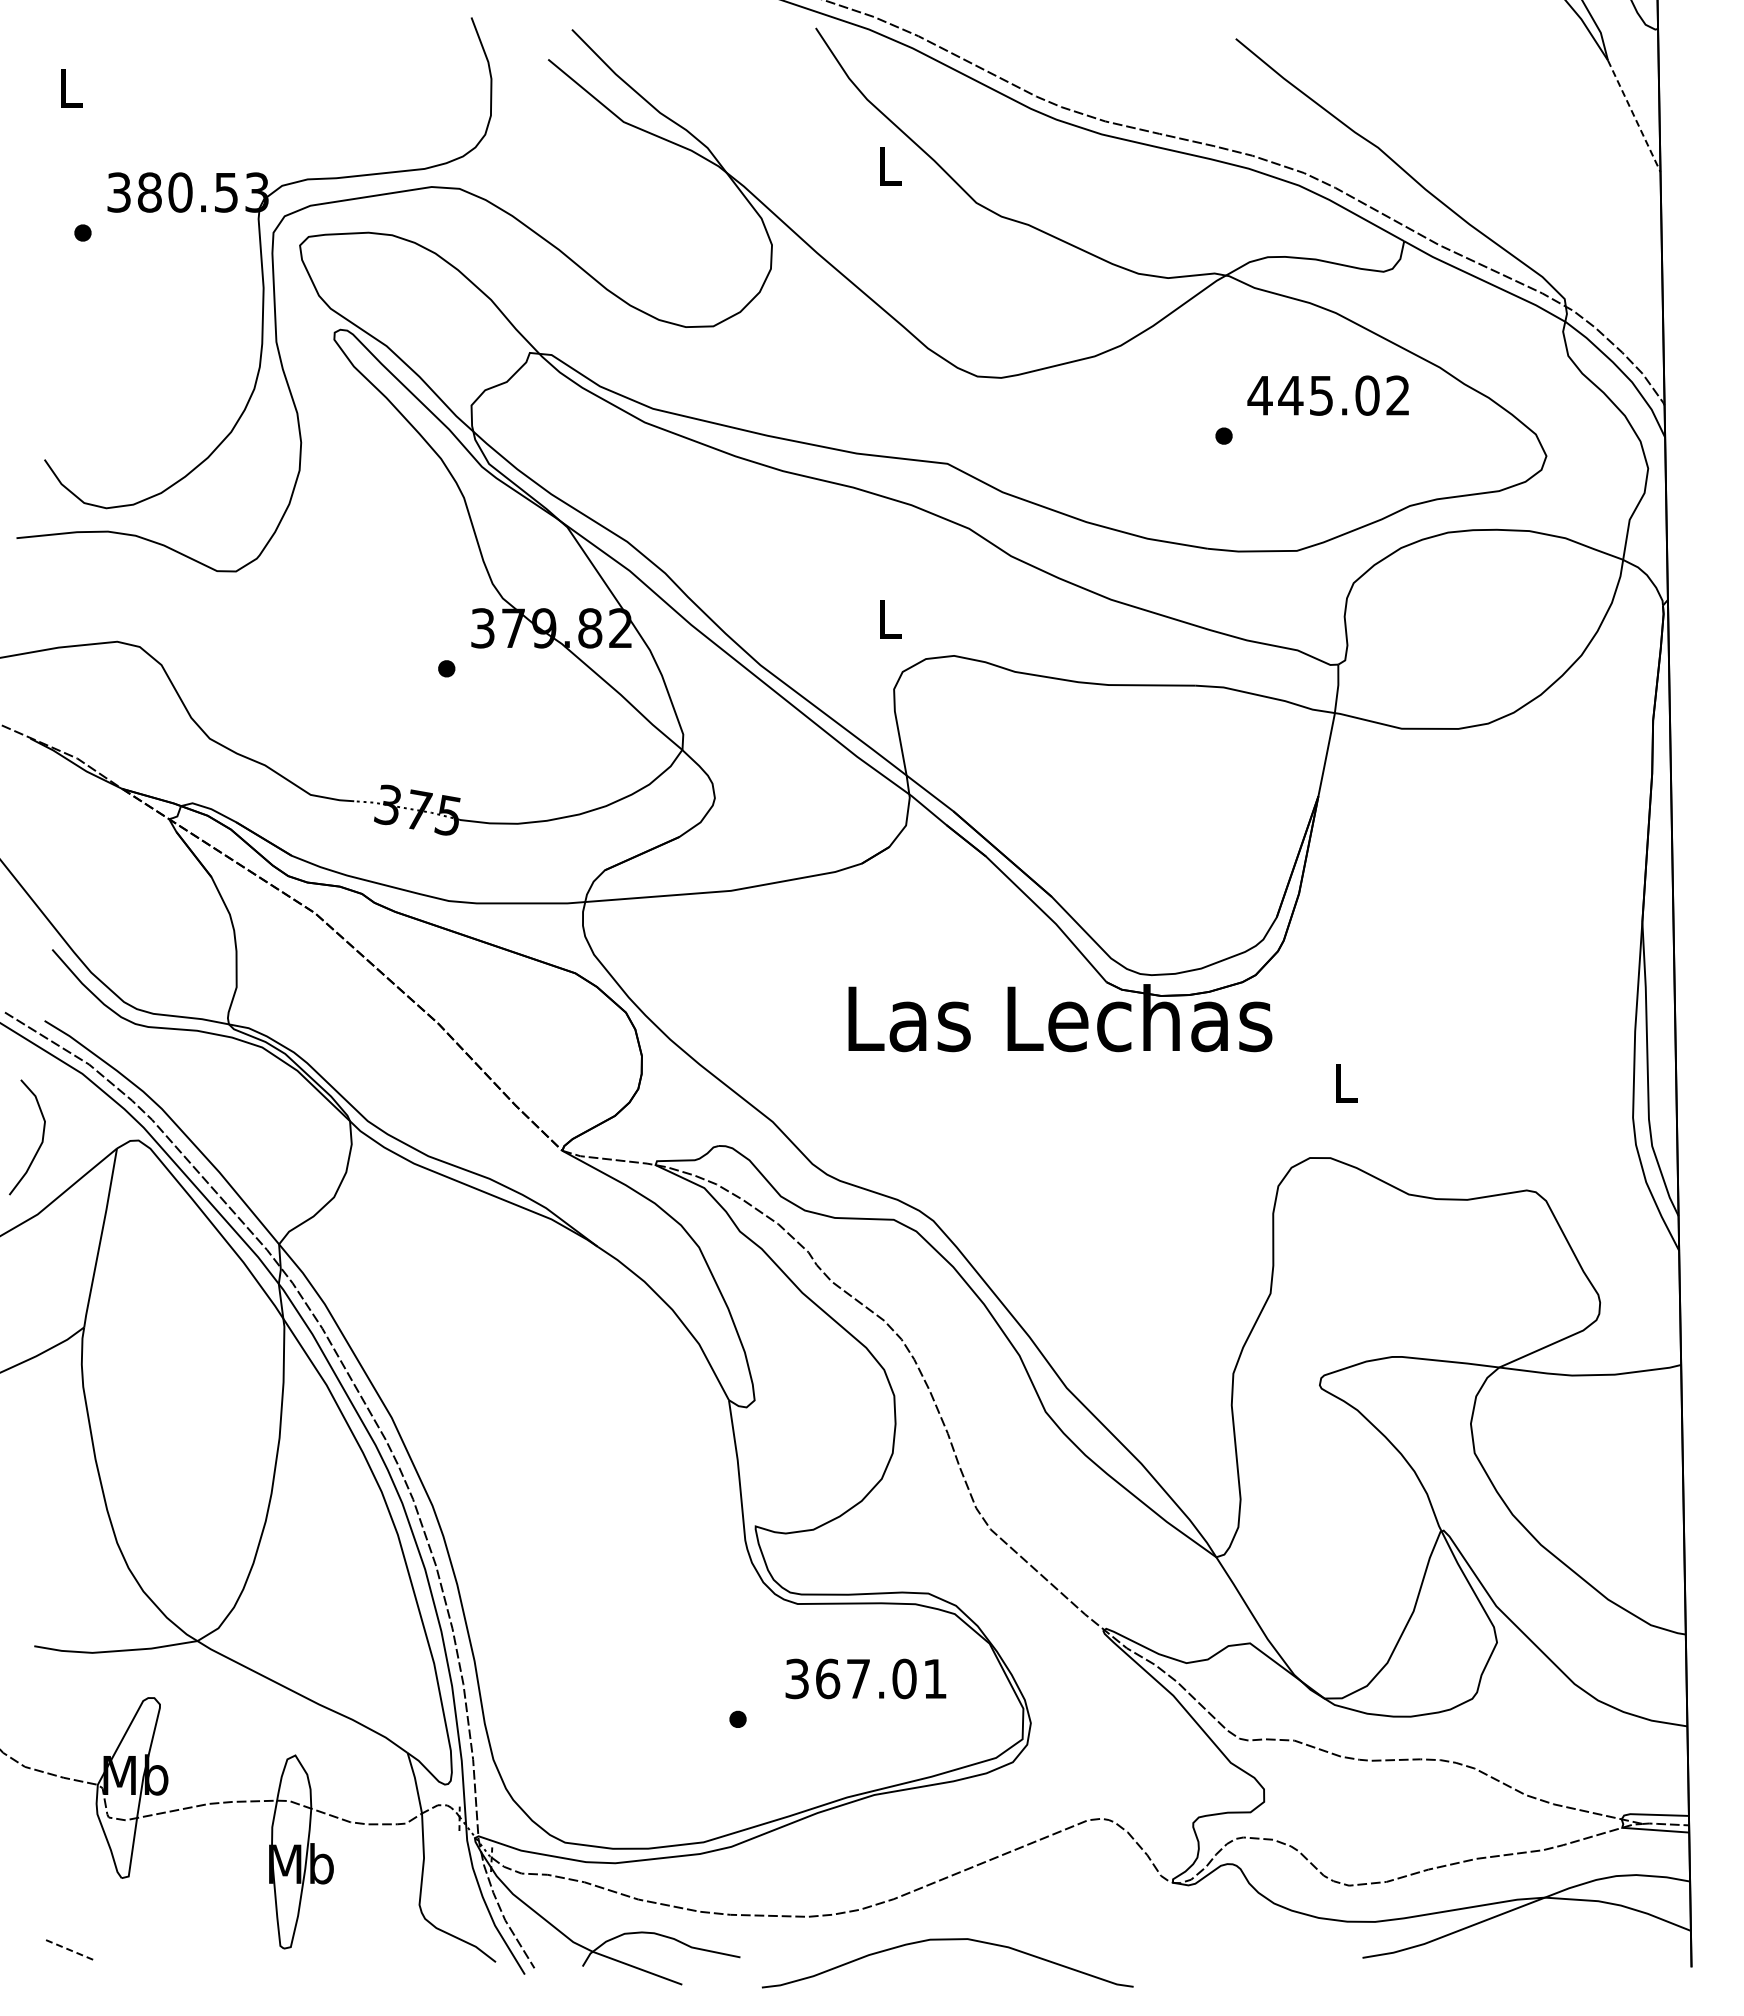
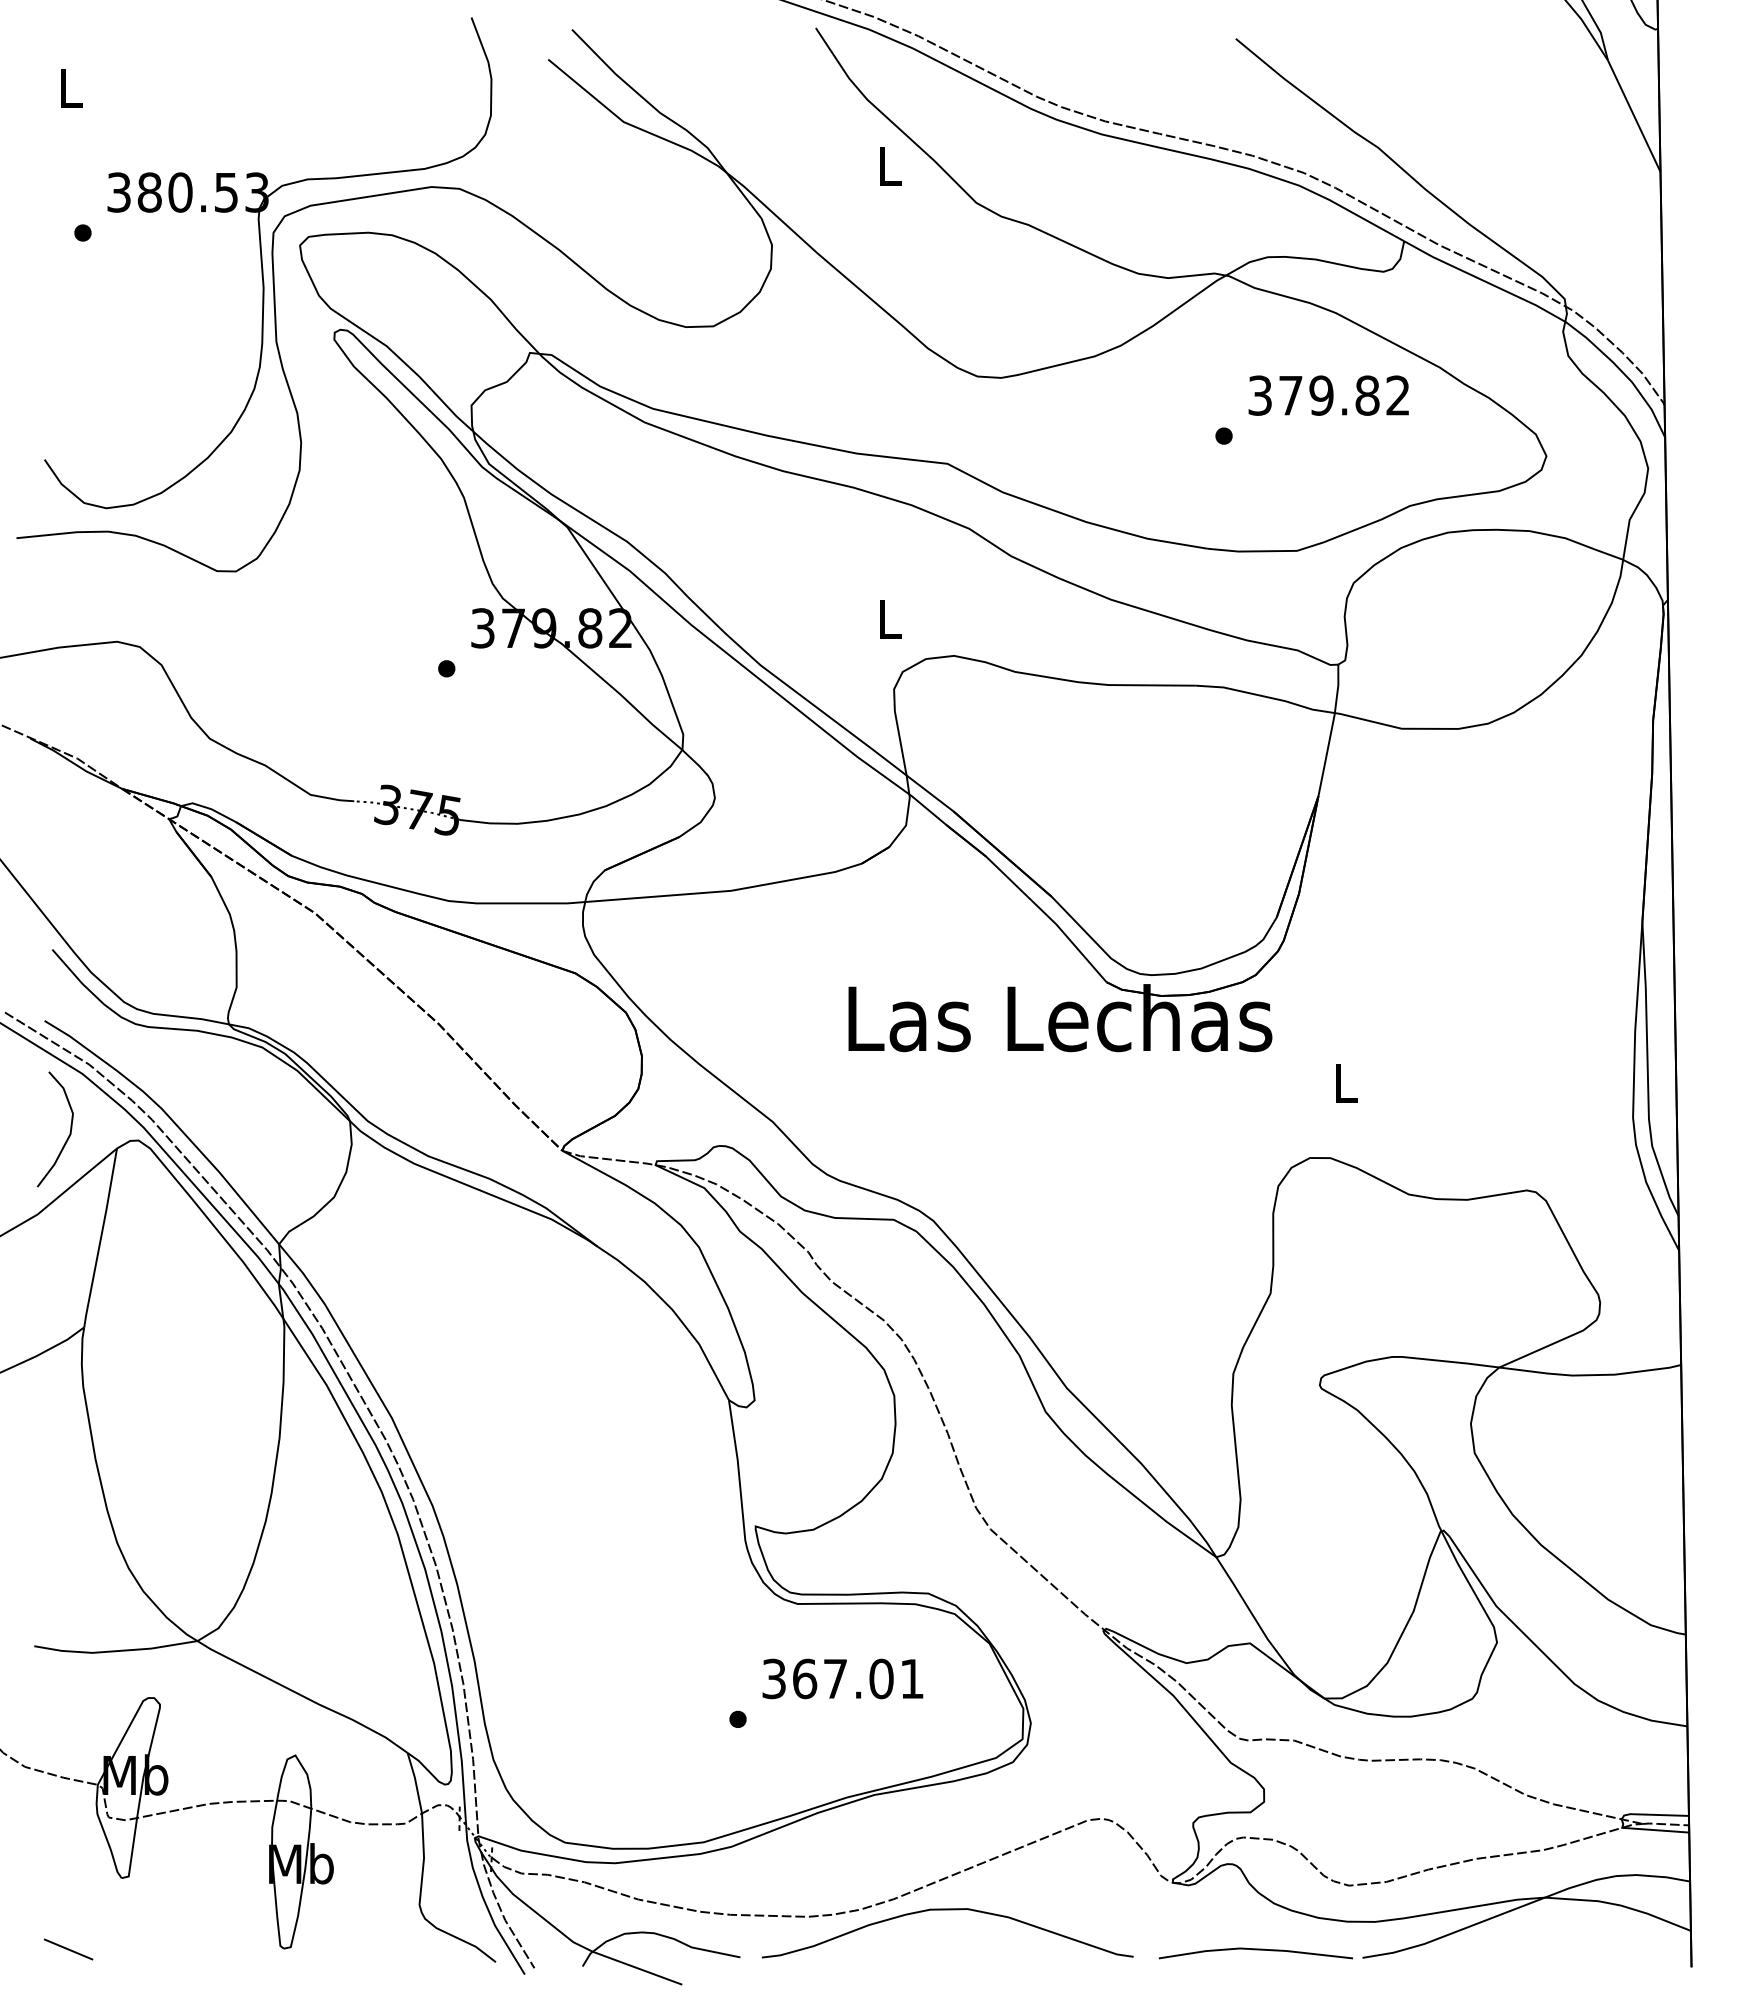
line at (1634, 116): dashed -> solid
text at (1313, 395): 445.02 -> 379.82
curve at (41, 1140) position: (41, 1140) -> (69, 1132)
text at (865, 1678) position: (865, 1678) -> (842, 1678)
curve at (947, 1940) position: (947, 1940) -> (947, 1910)
line at (68, 1949): dashed -> solid
line at (1255, 1950): none -> present
